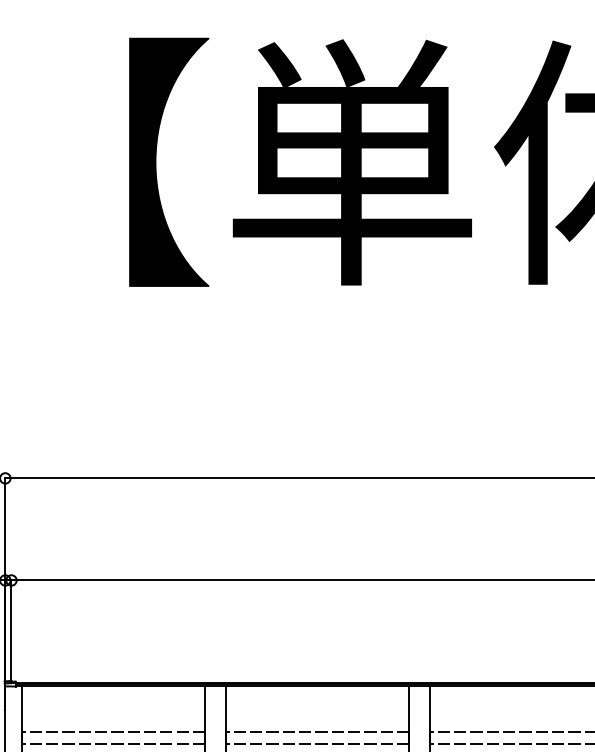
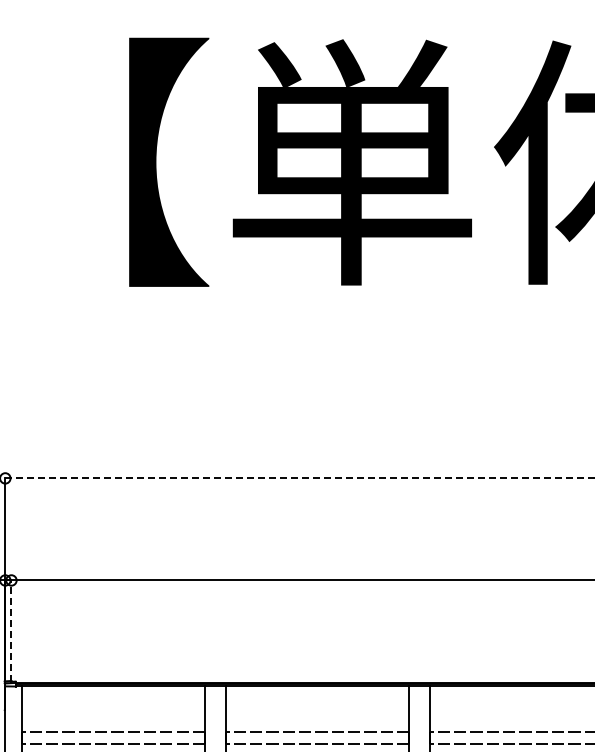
line at (300, 478): solid -> dashed
line at (11, 630): solid -> dashed
